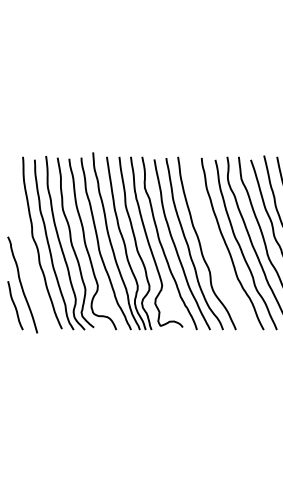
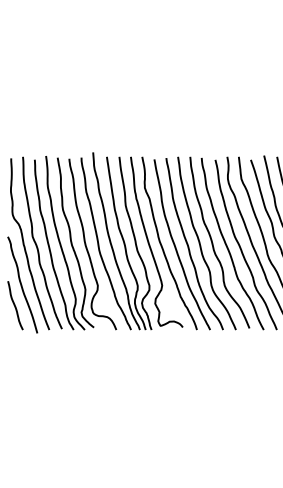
curve at (213, 243): none -> present
curve at (25, 246): none -> present
